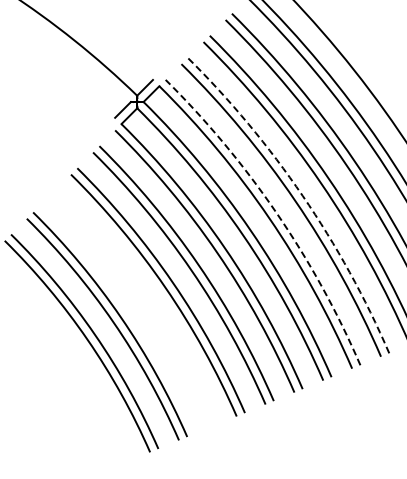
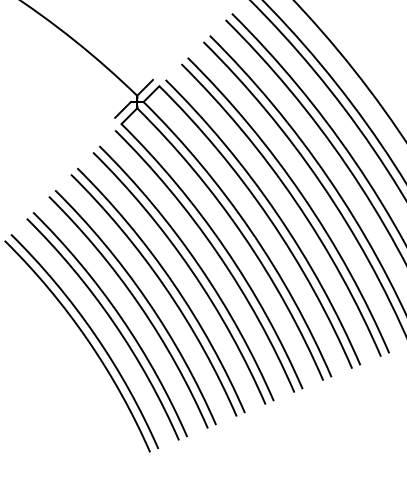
arc at (302, 195): dashed -> solid
arc at (276, 213): dashed -> solid
part at (138, 305): none -> present
